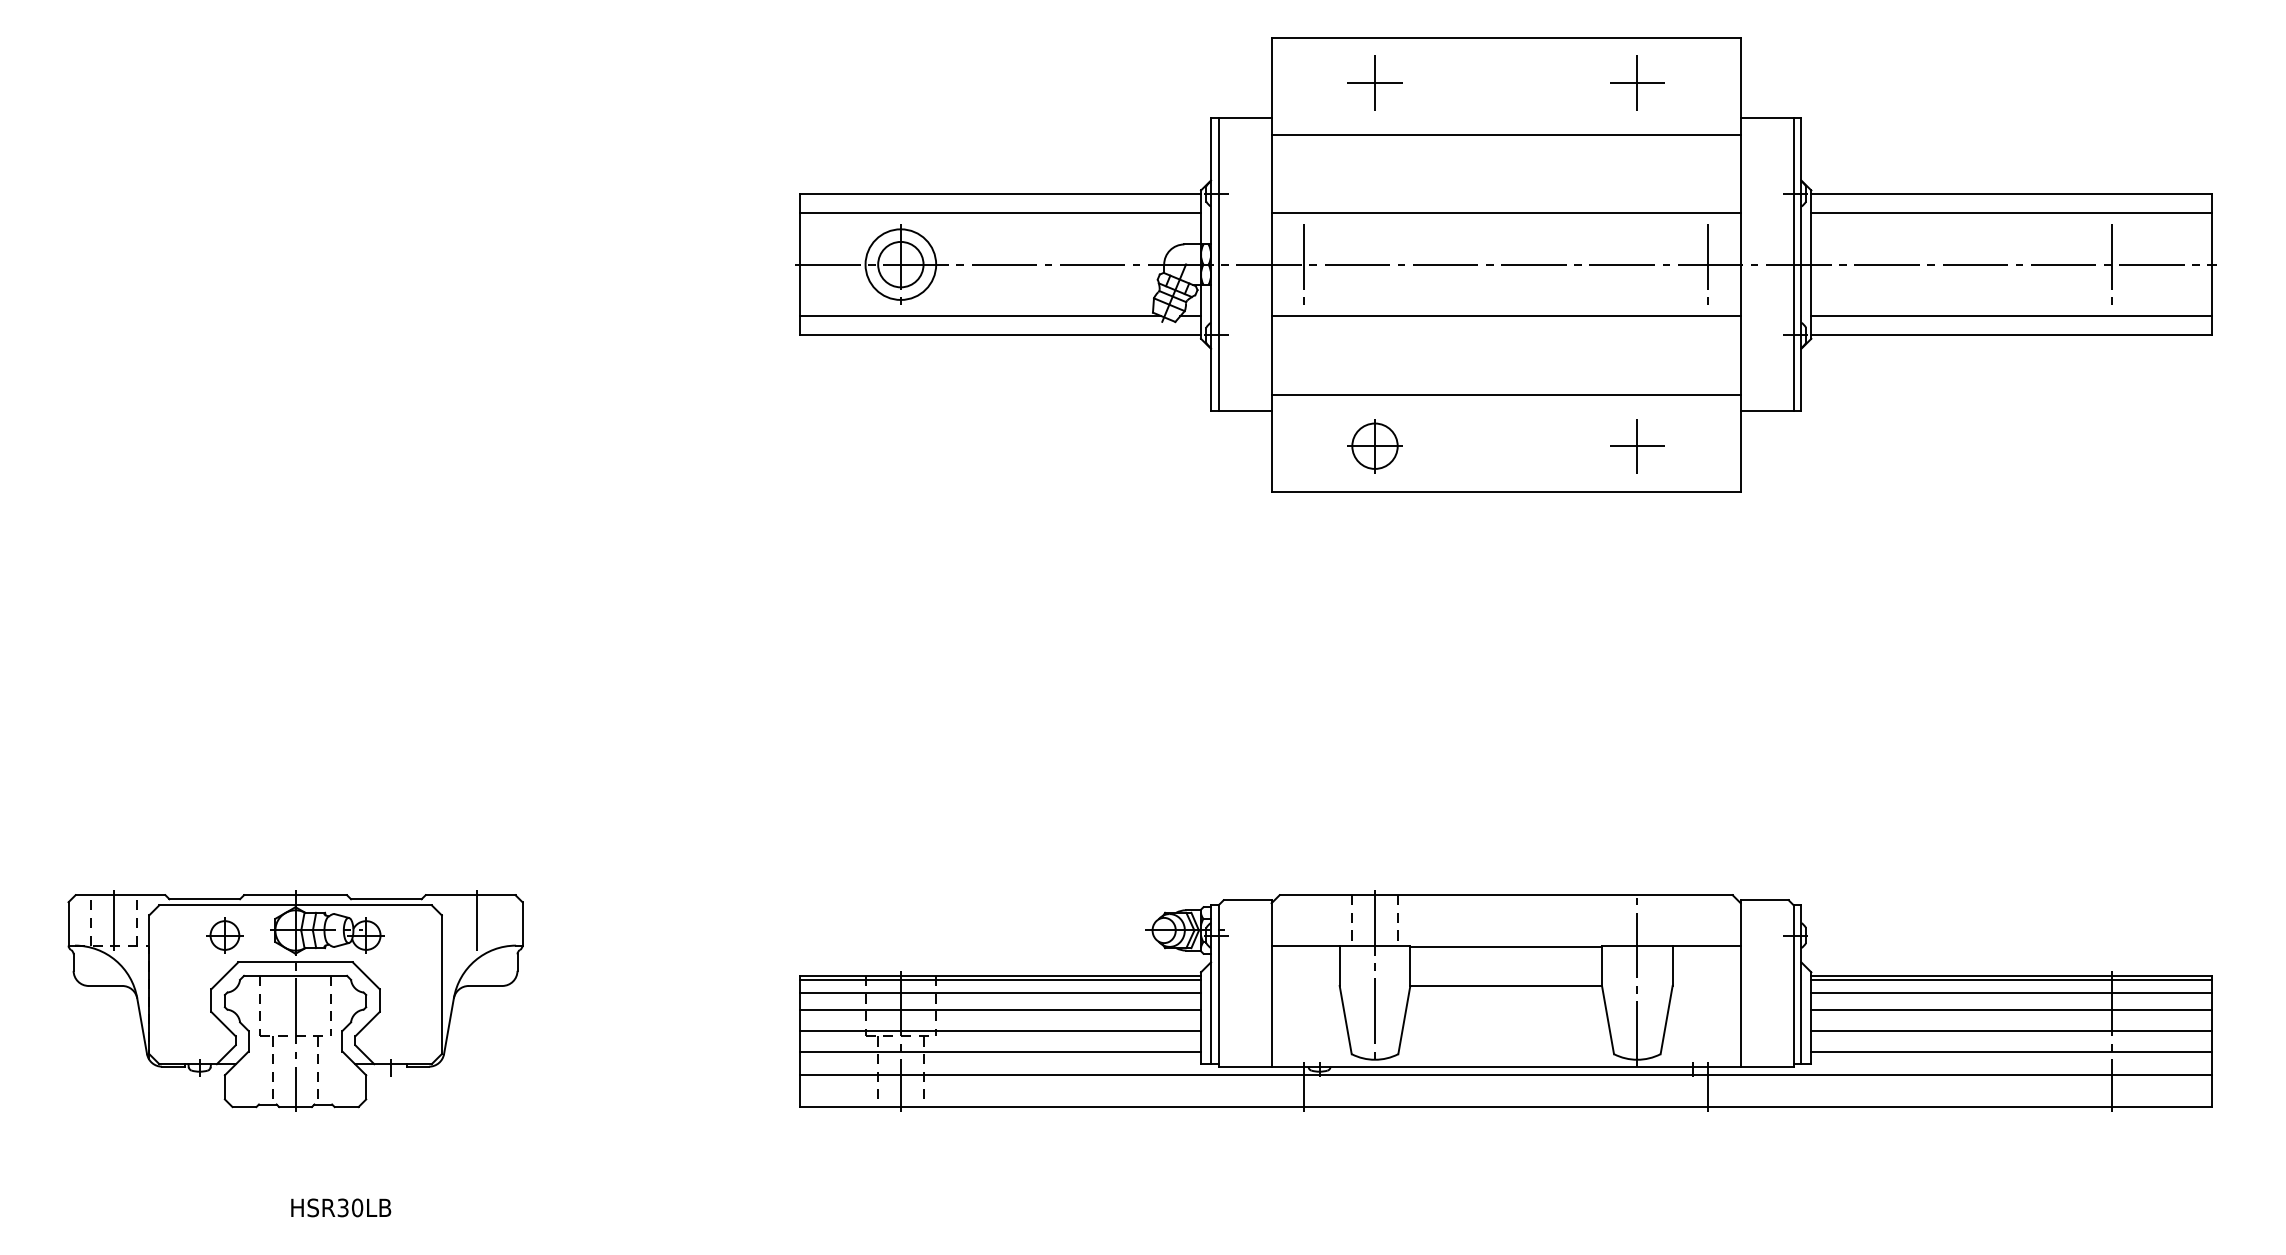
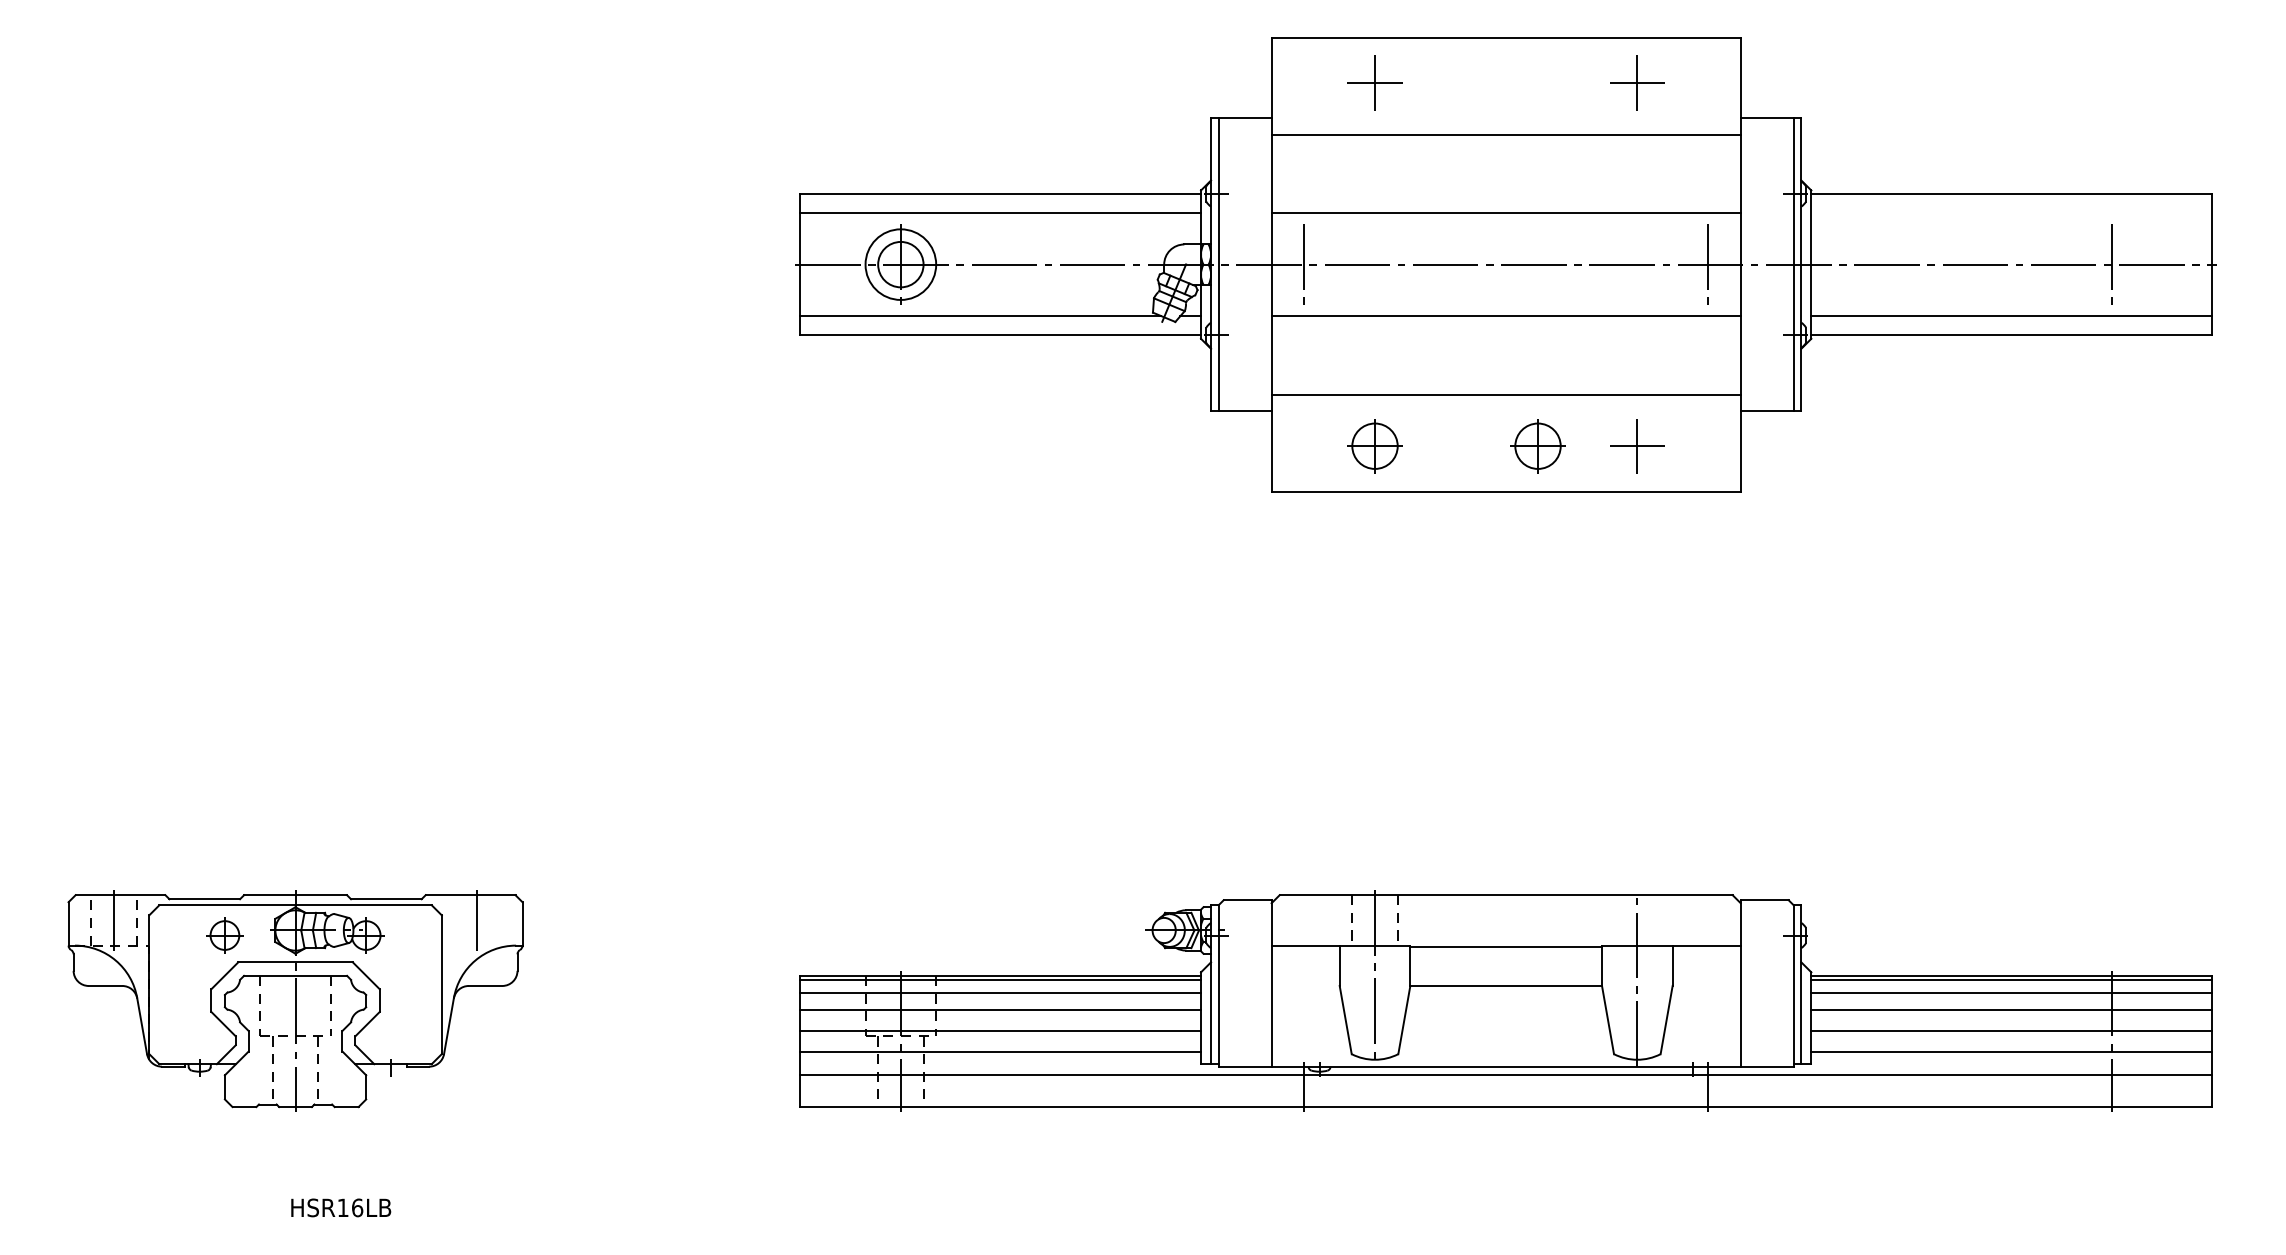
line at (2011, 213): present -> none
part at (1537, 446): none -> present
text at (350, 1207): HSR30LB -> HSR16LB
